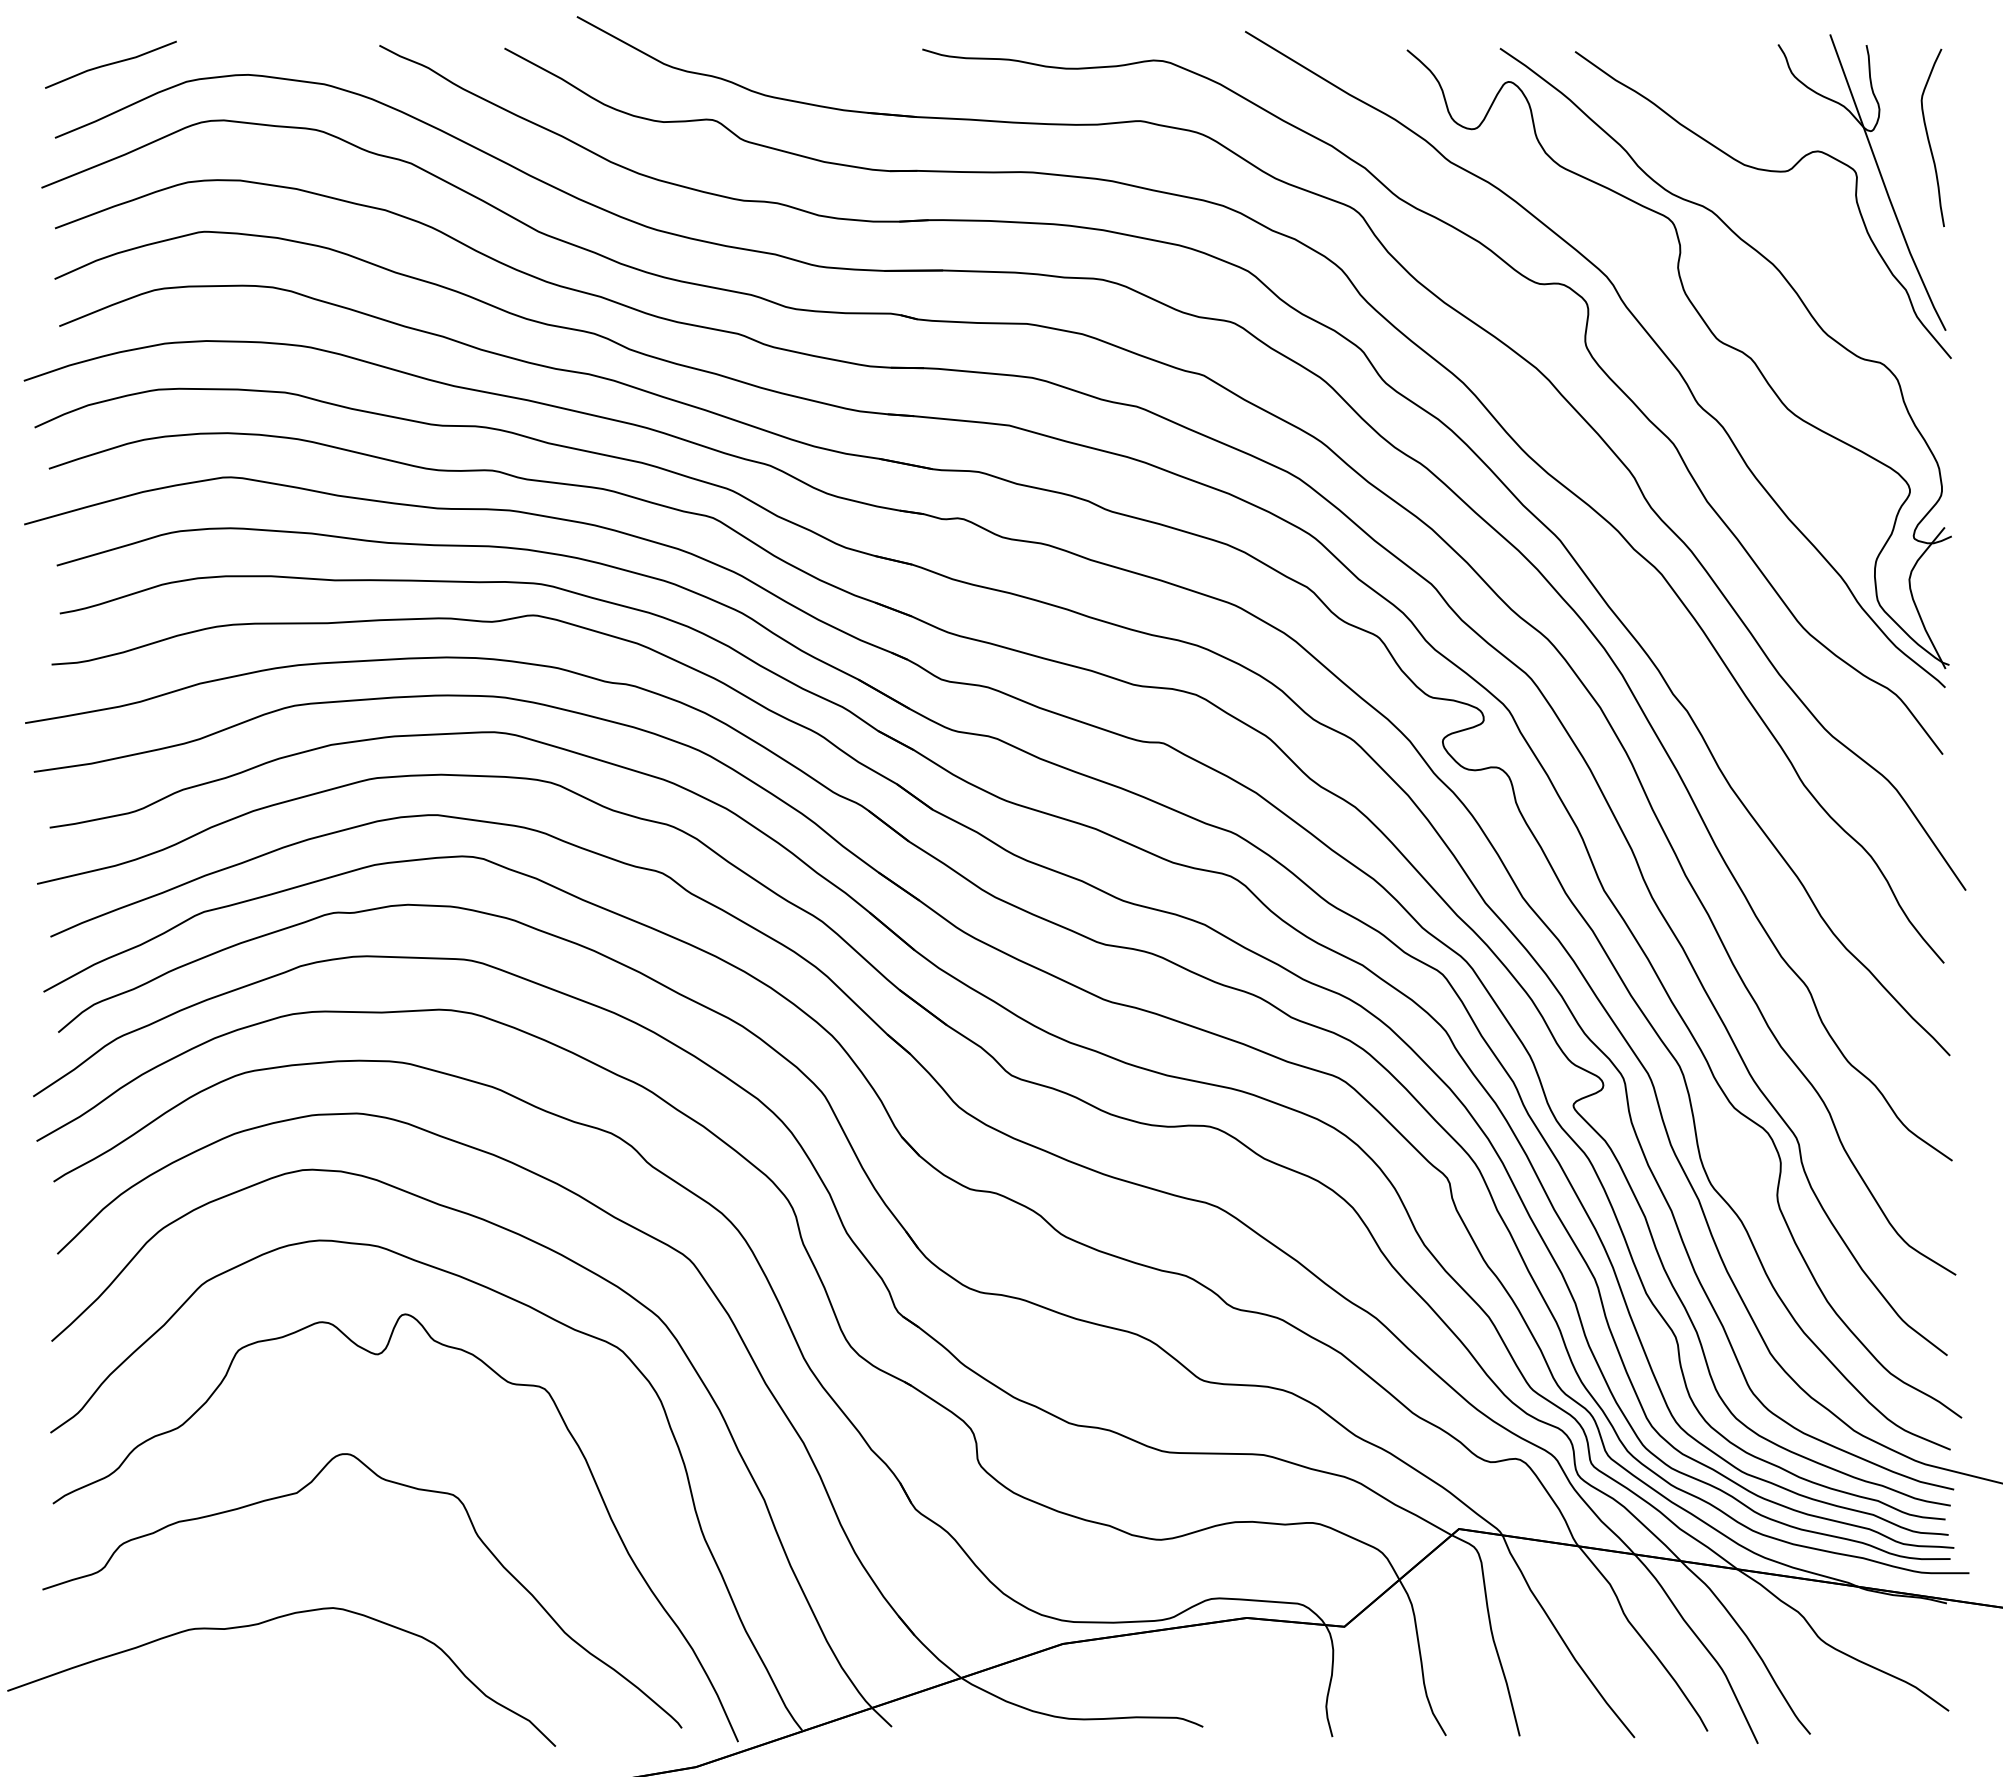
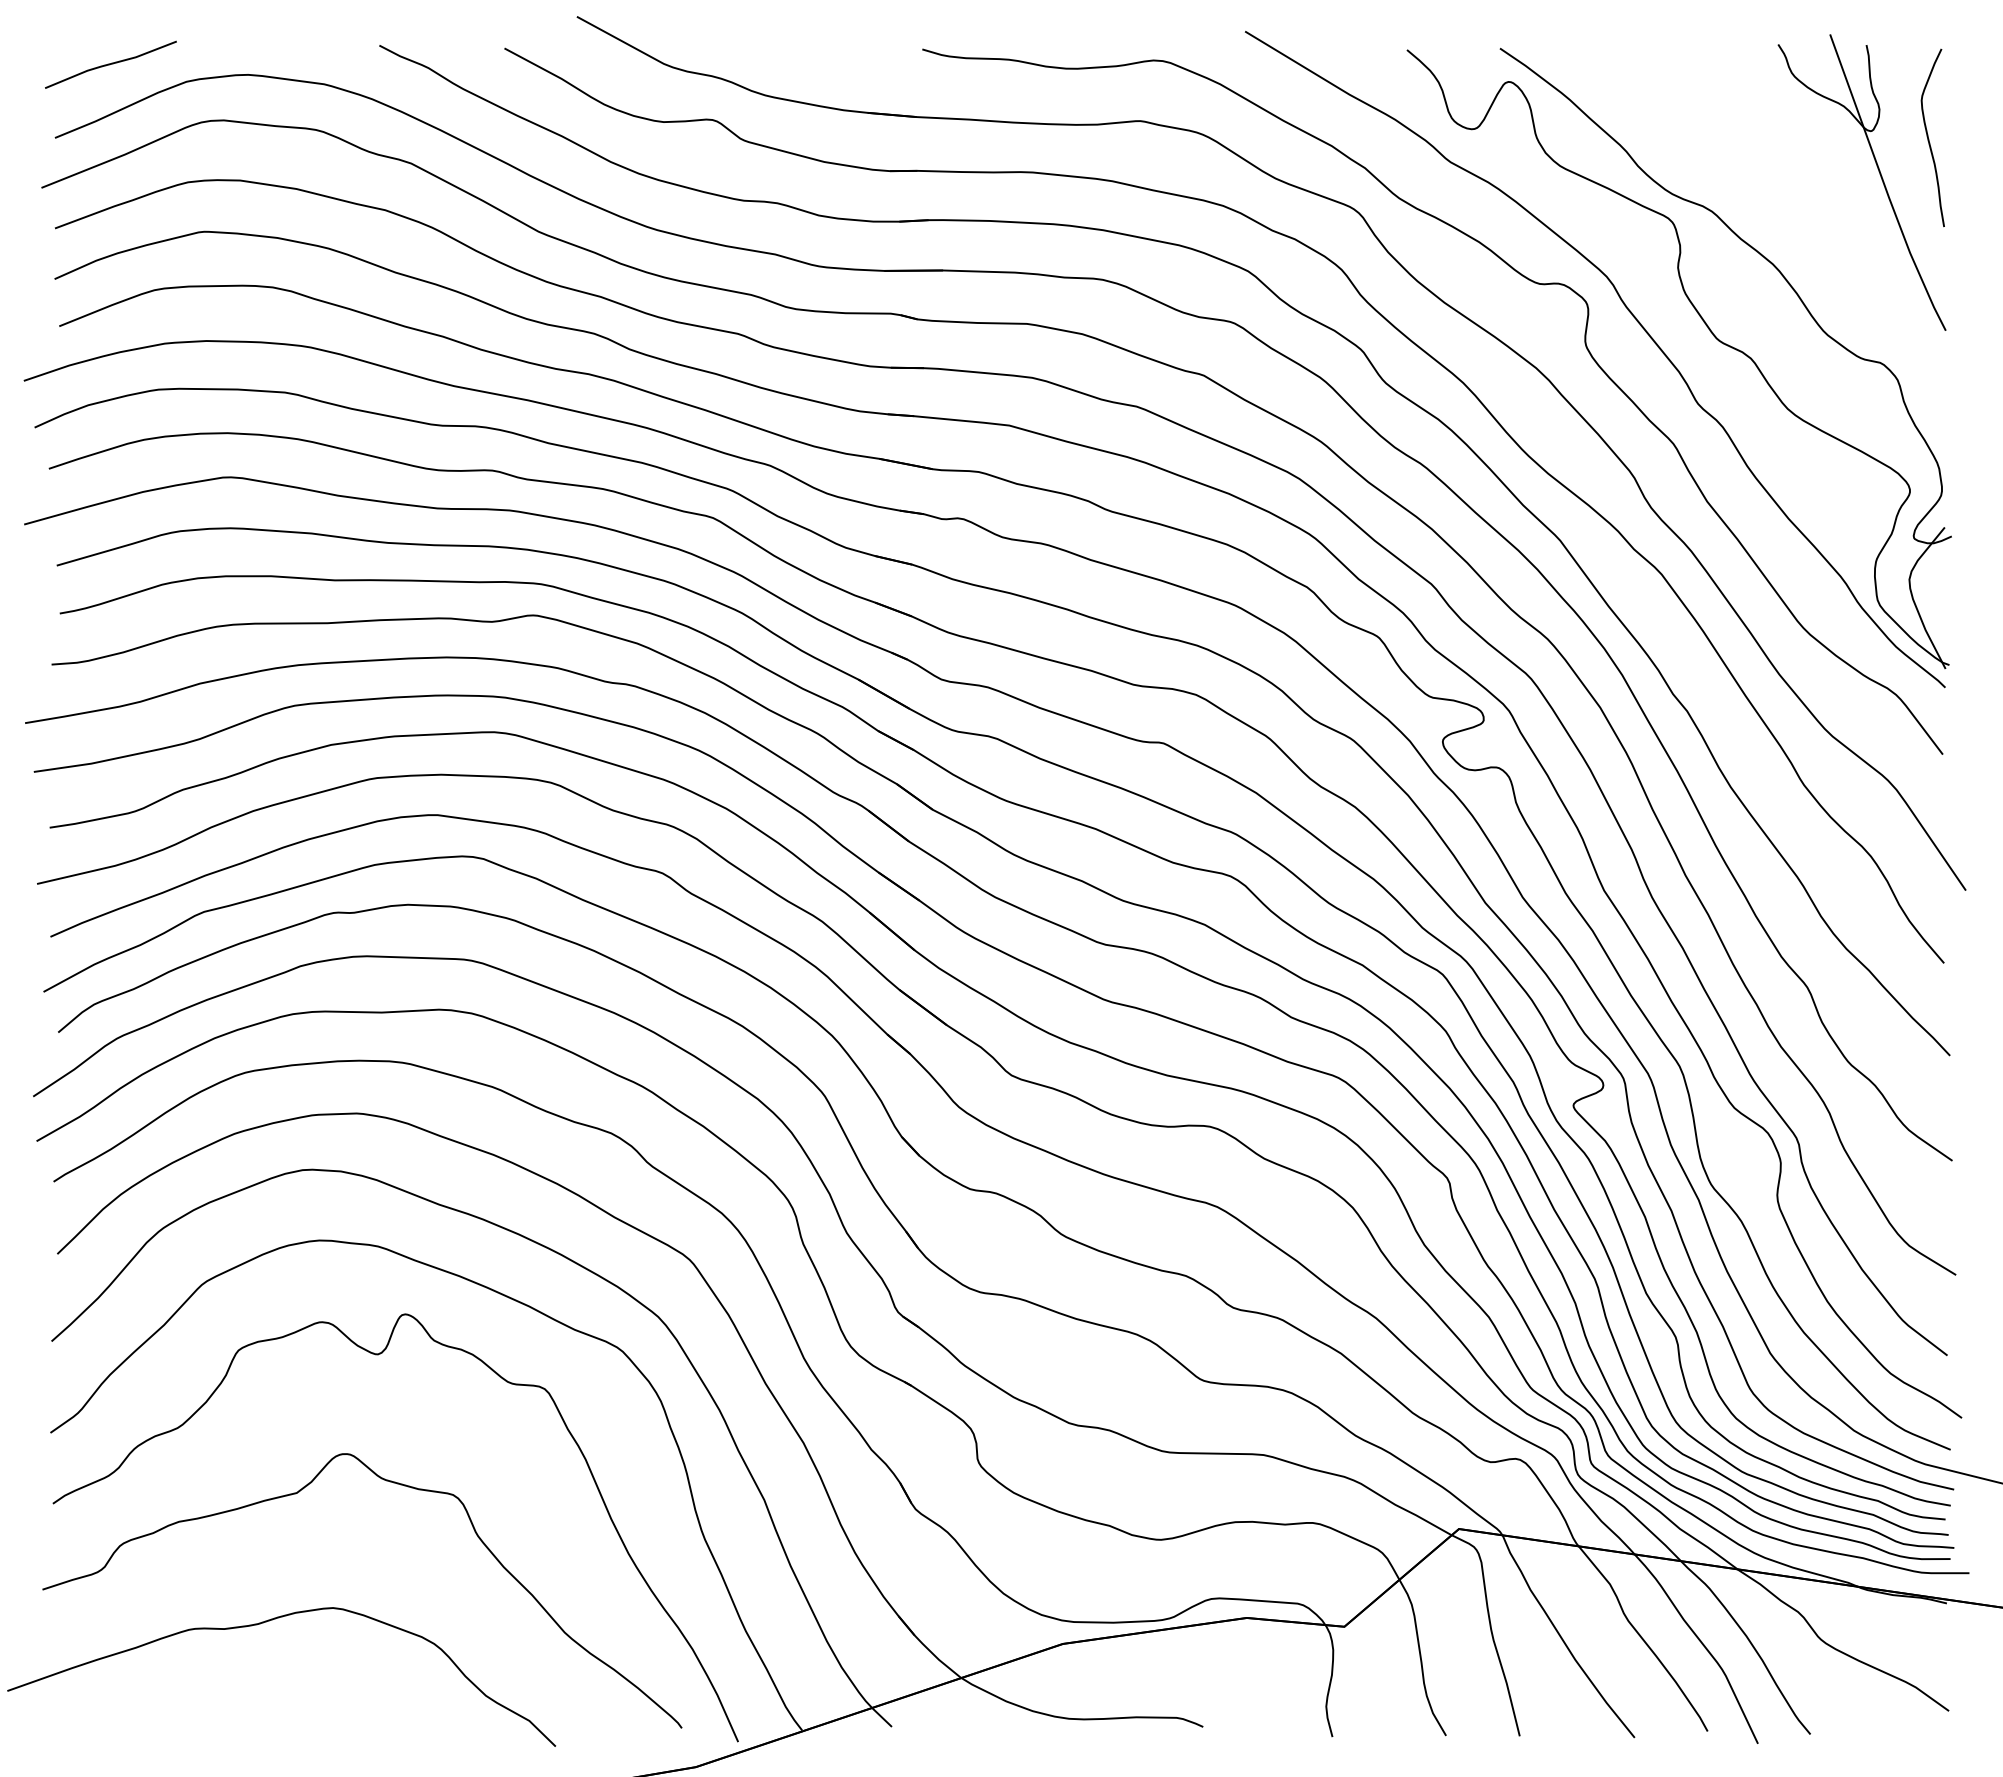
curve at (1765, 171): present -> none
